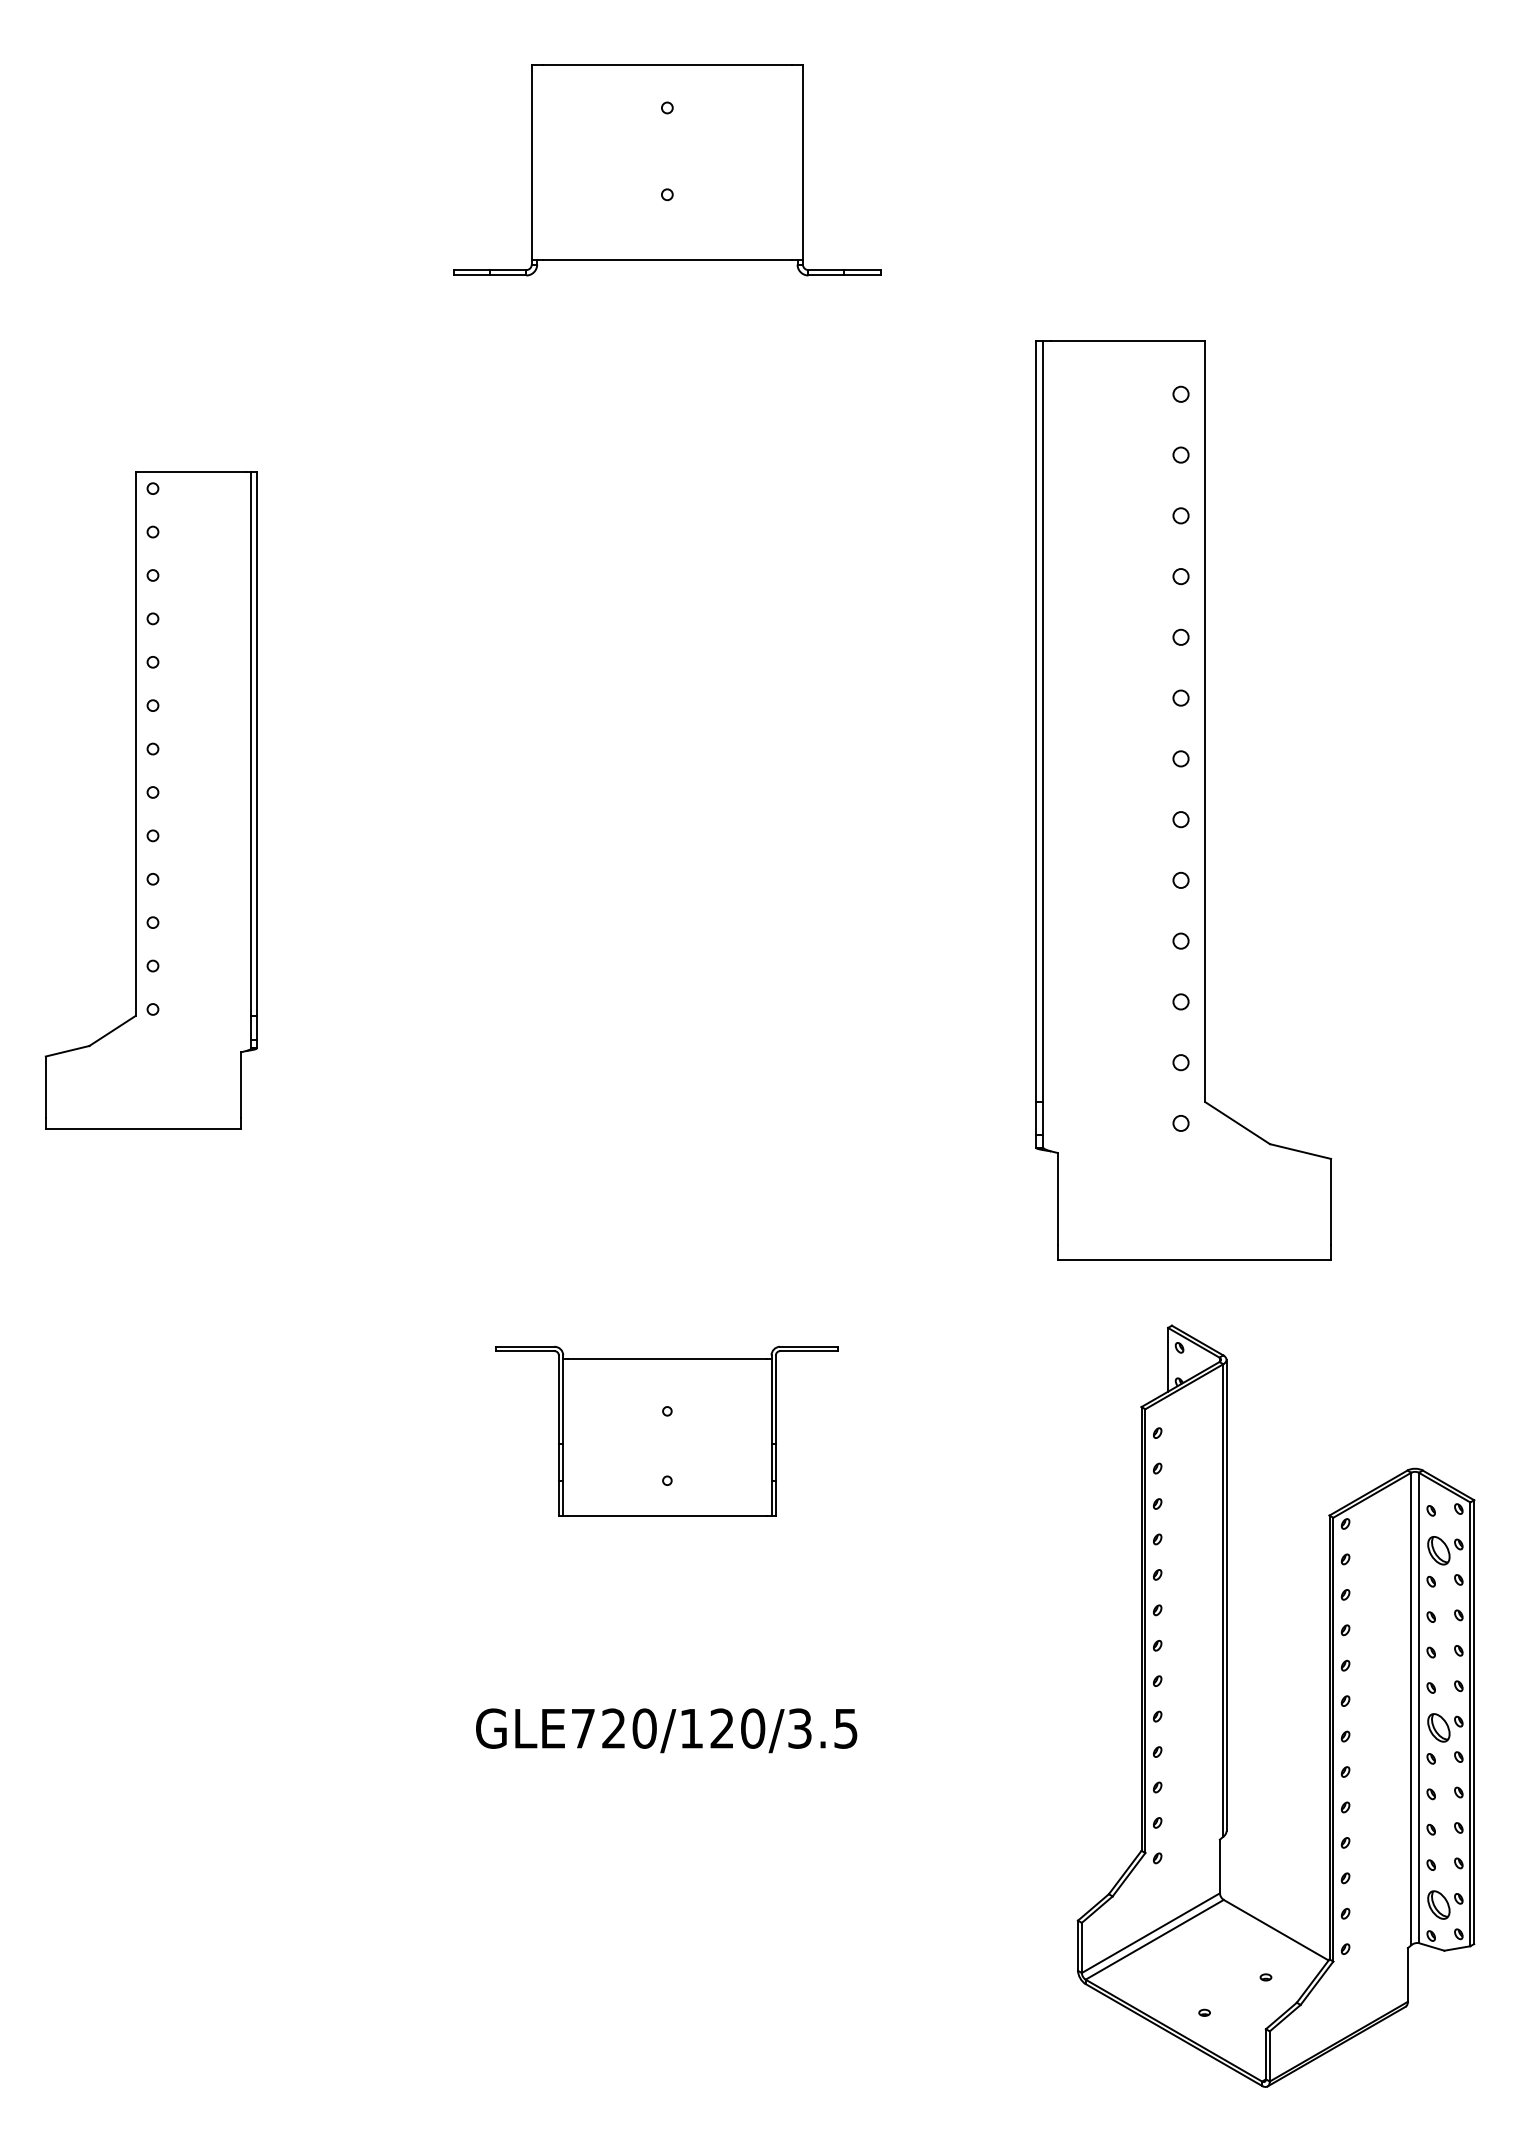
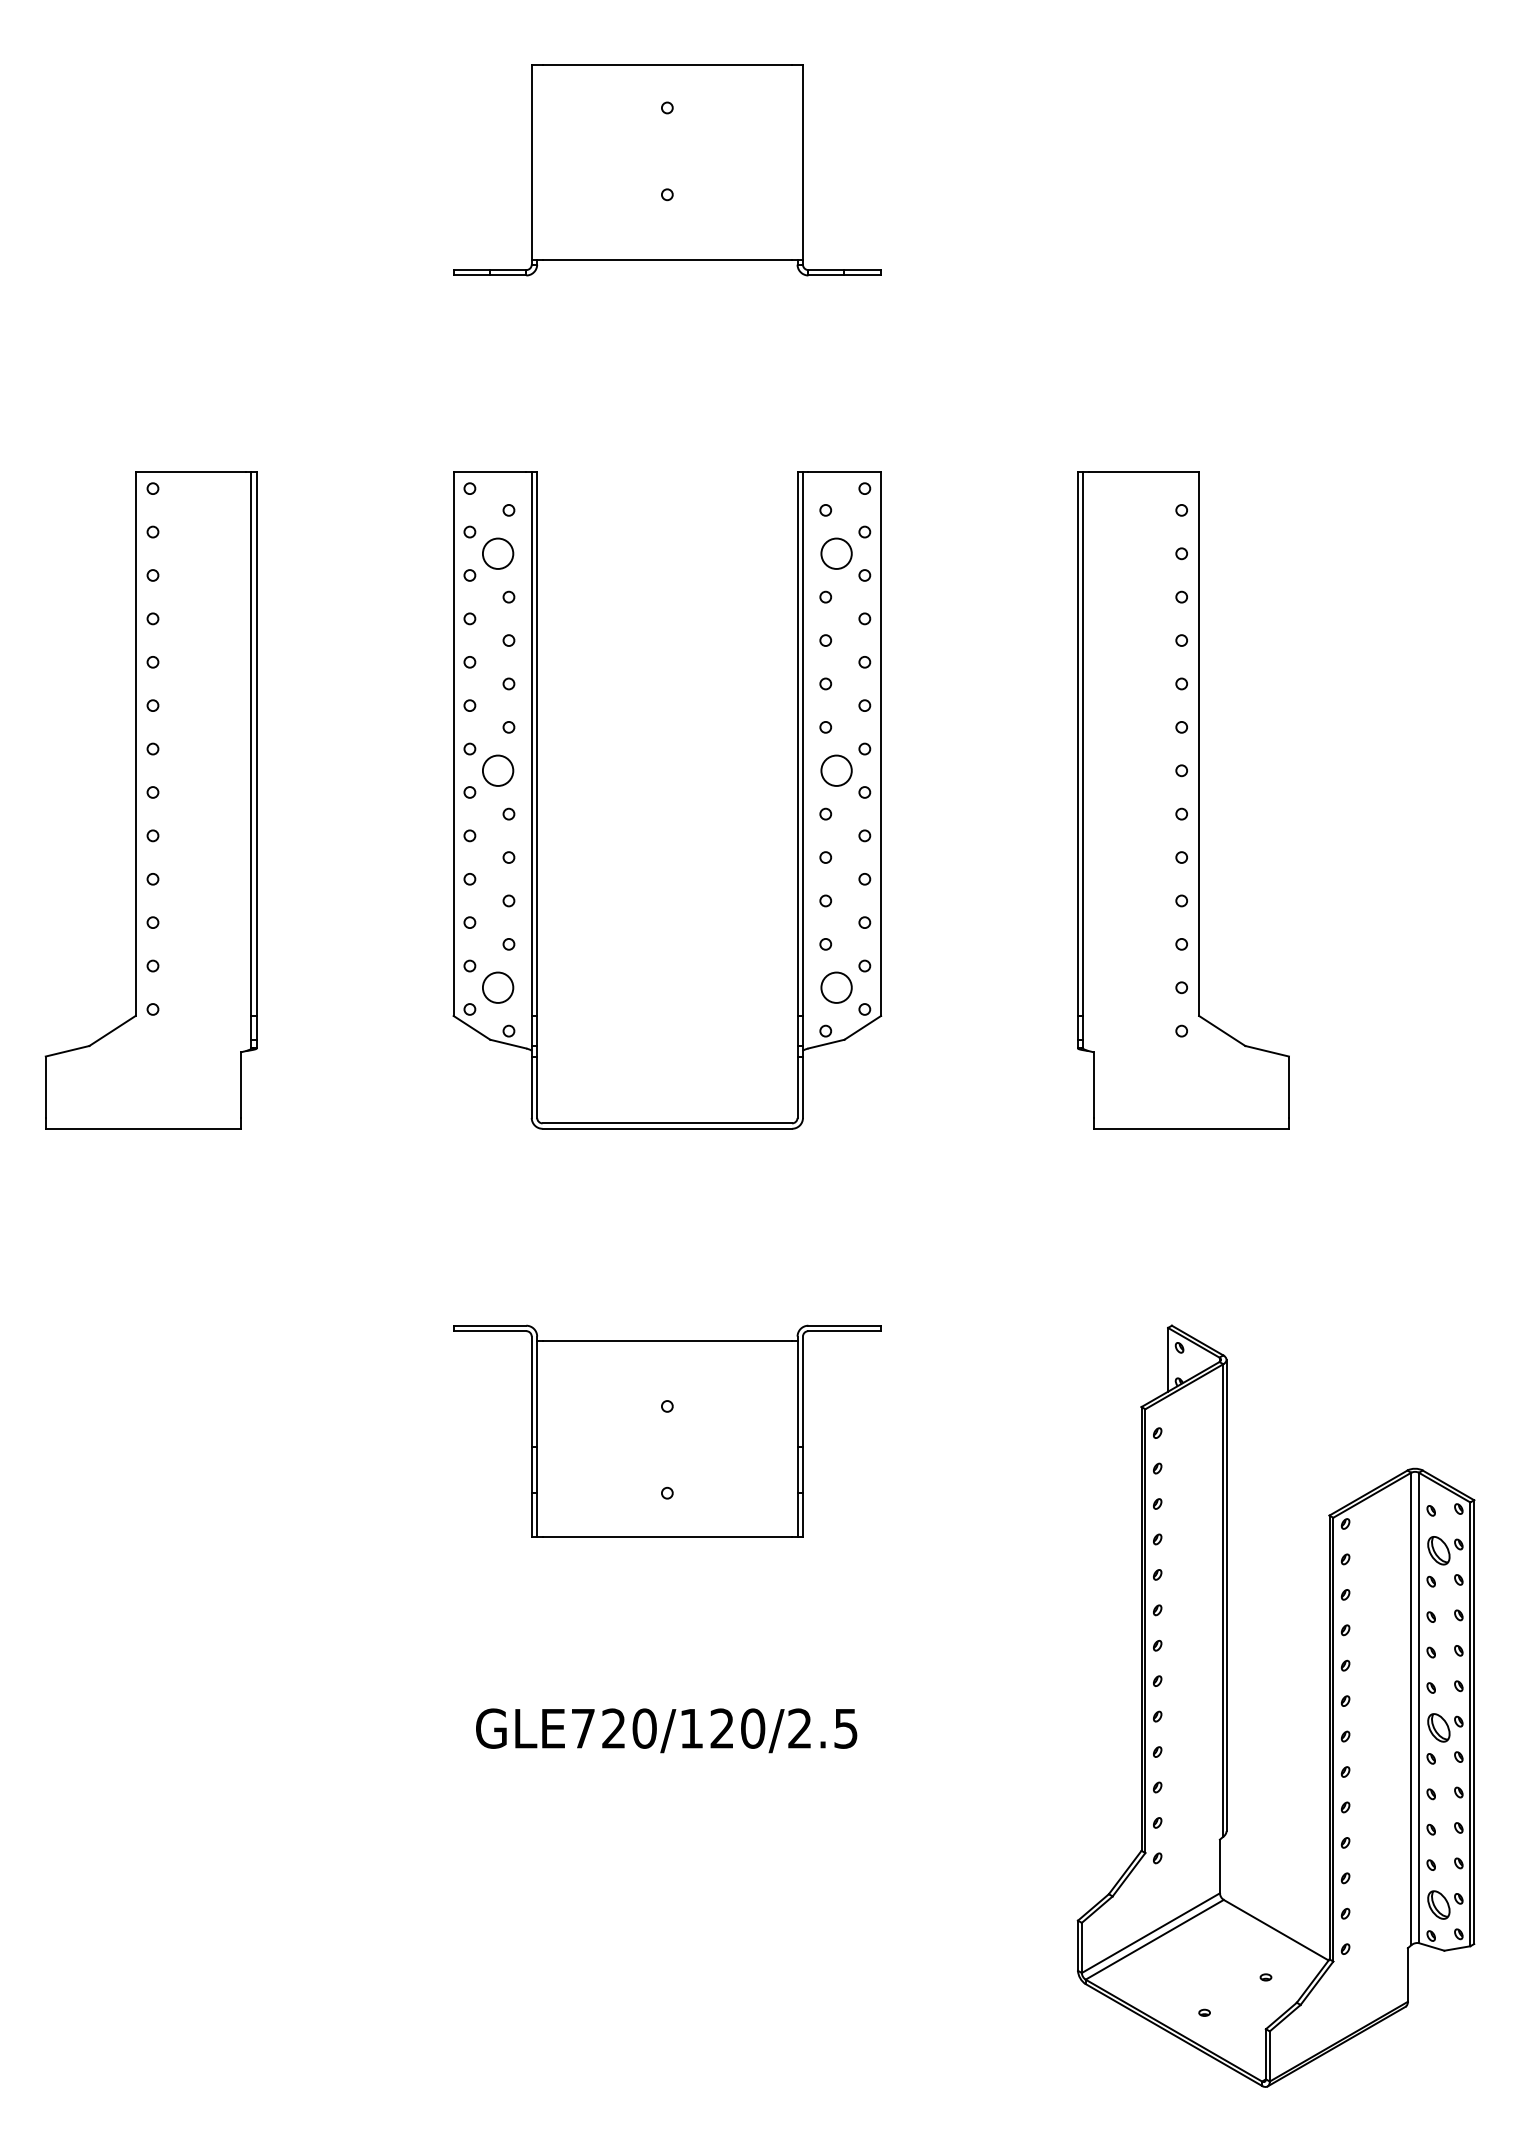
part at (537, 800): none -> present
part at (1183, 800) size: 298x921 px -> 213x659 px
part at (666, 1430) size: 344x172 px -> 429x214 px
text at (799, 1728): GLE720/120/3.5 -> GLE720/120/2.5
